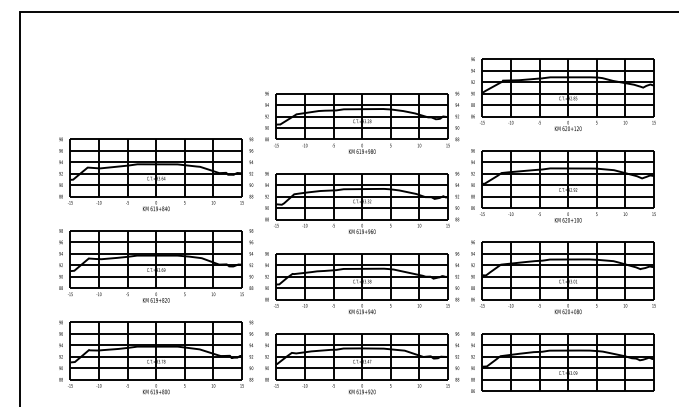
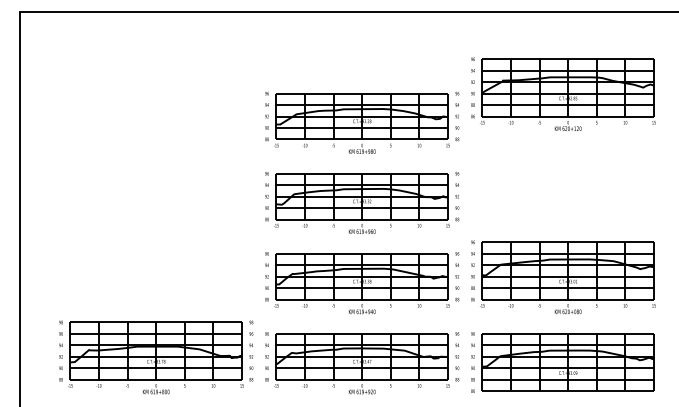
part at (156, 174): present -> none
part at (563, 185): present -> none
part at (156, 265): present -> none
